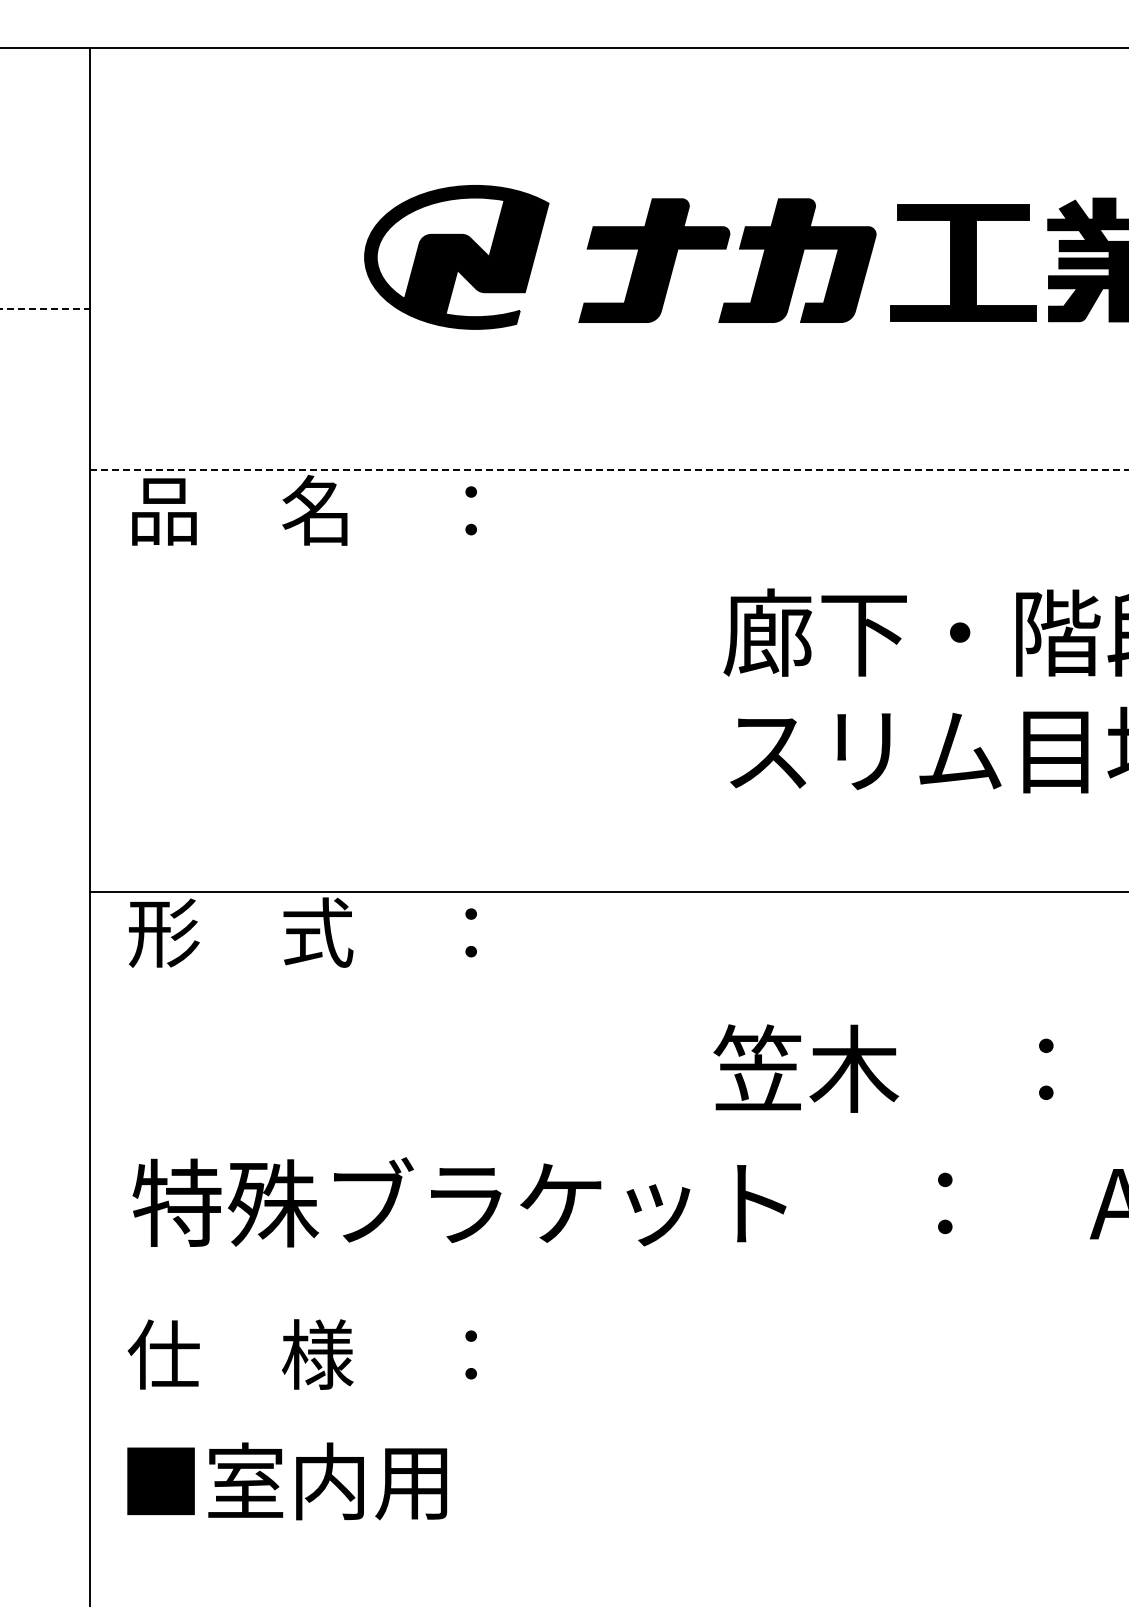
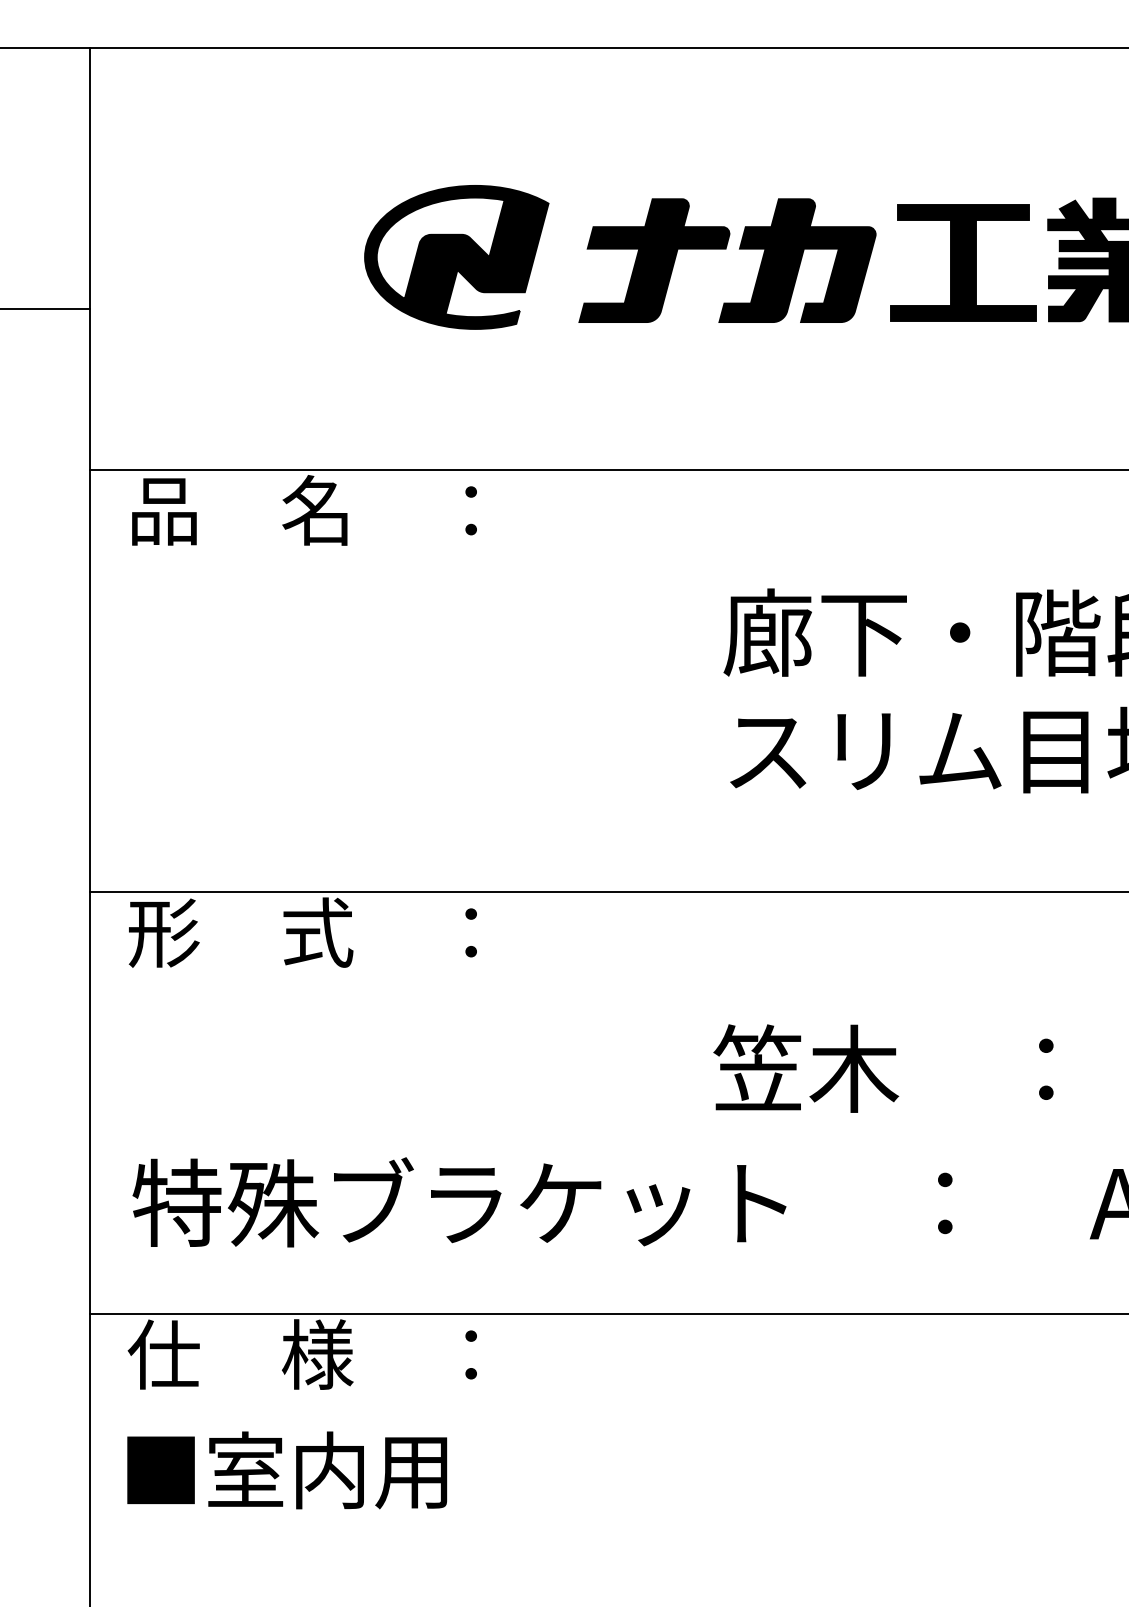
line at (45, 308): dashed -> solid
line at (609, 470): dashed -> solid
line at (607, 1314): none -> present
text at (287, 1481) position: (287, 1481) -> (287, 1470)
